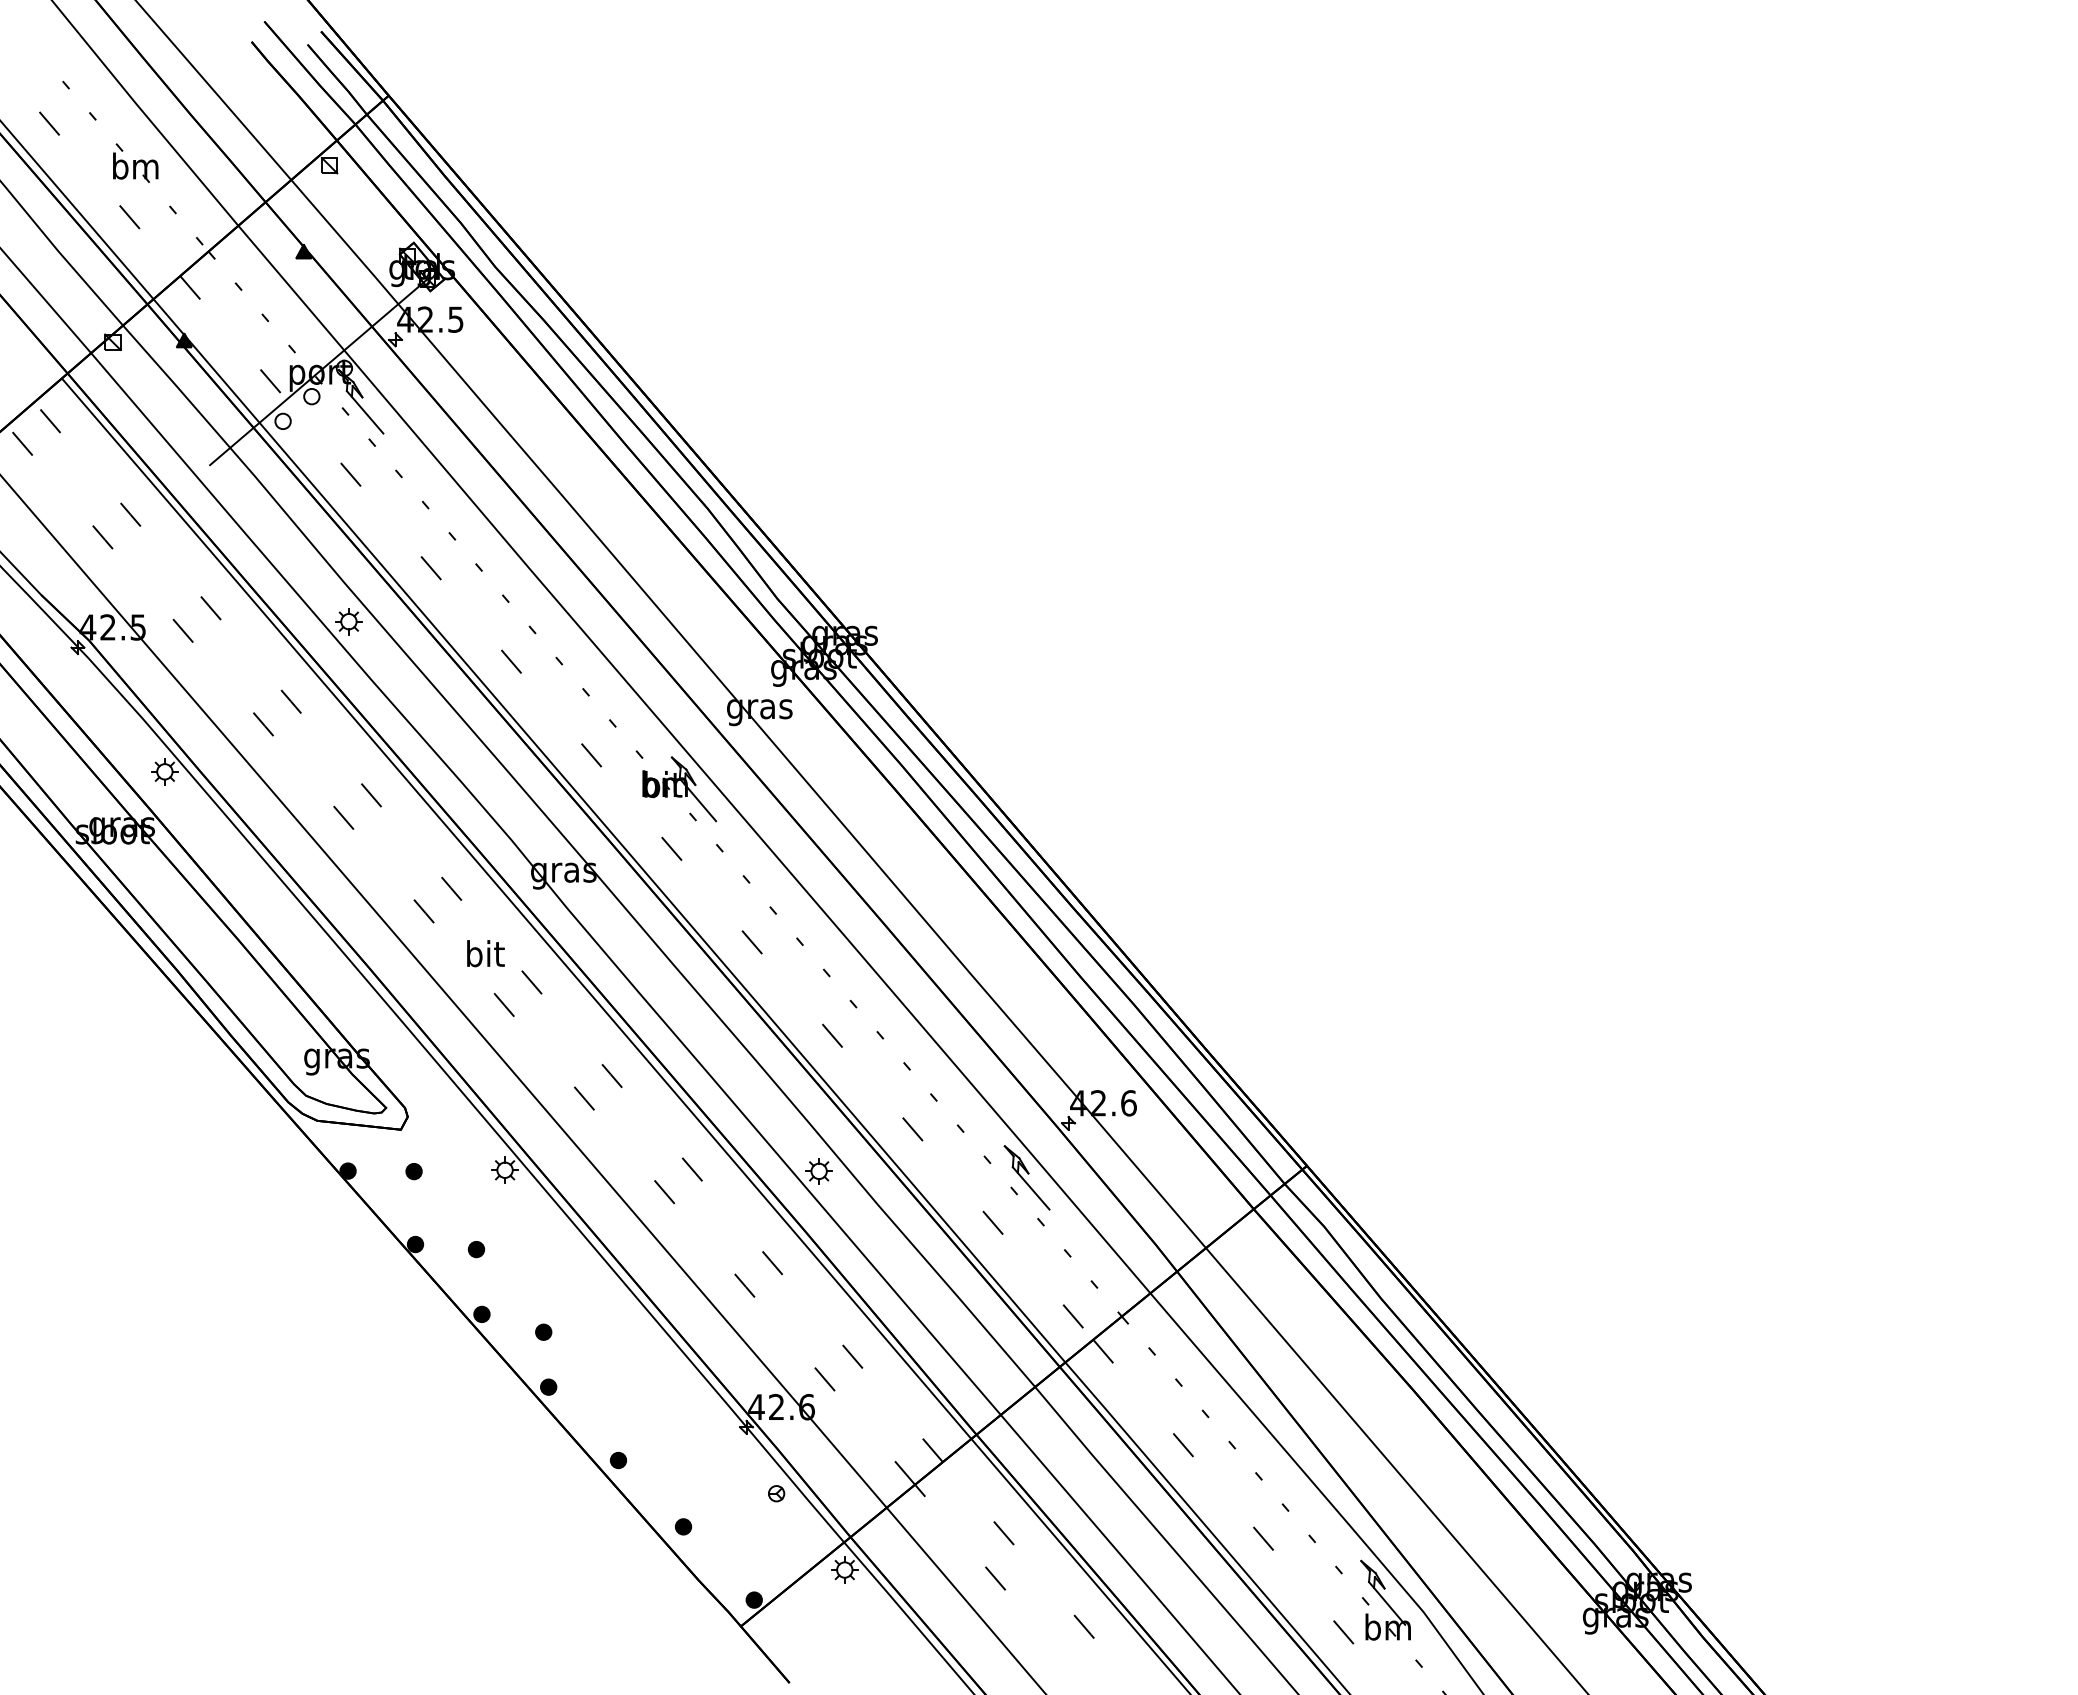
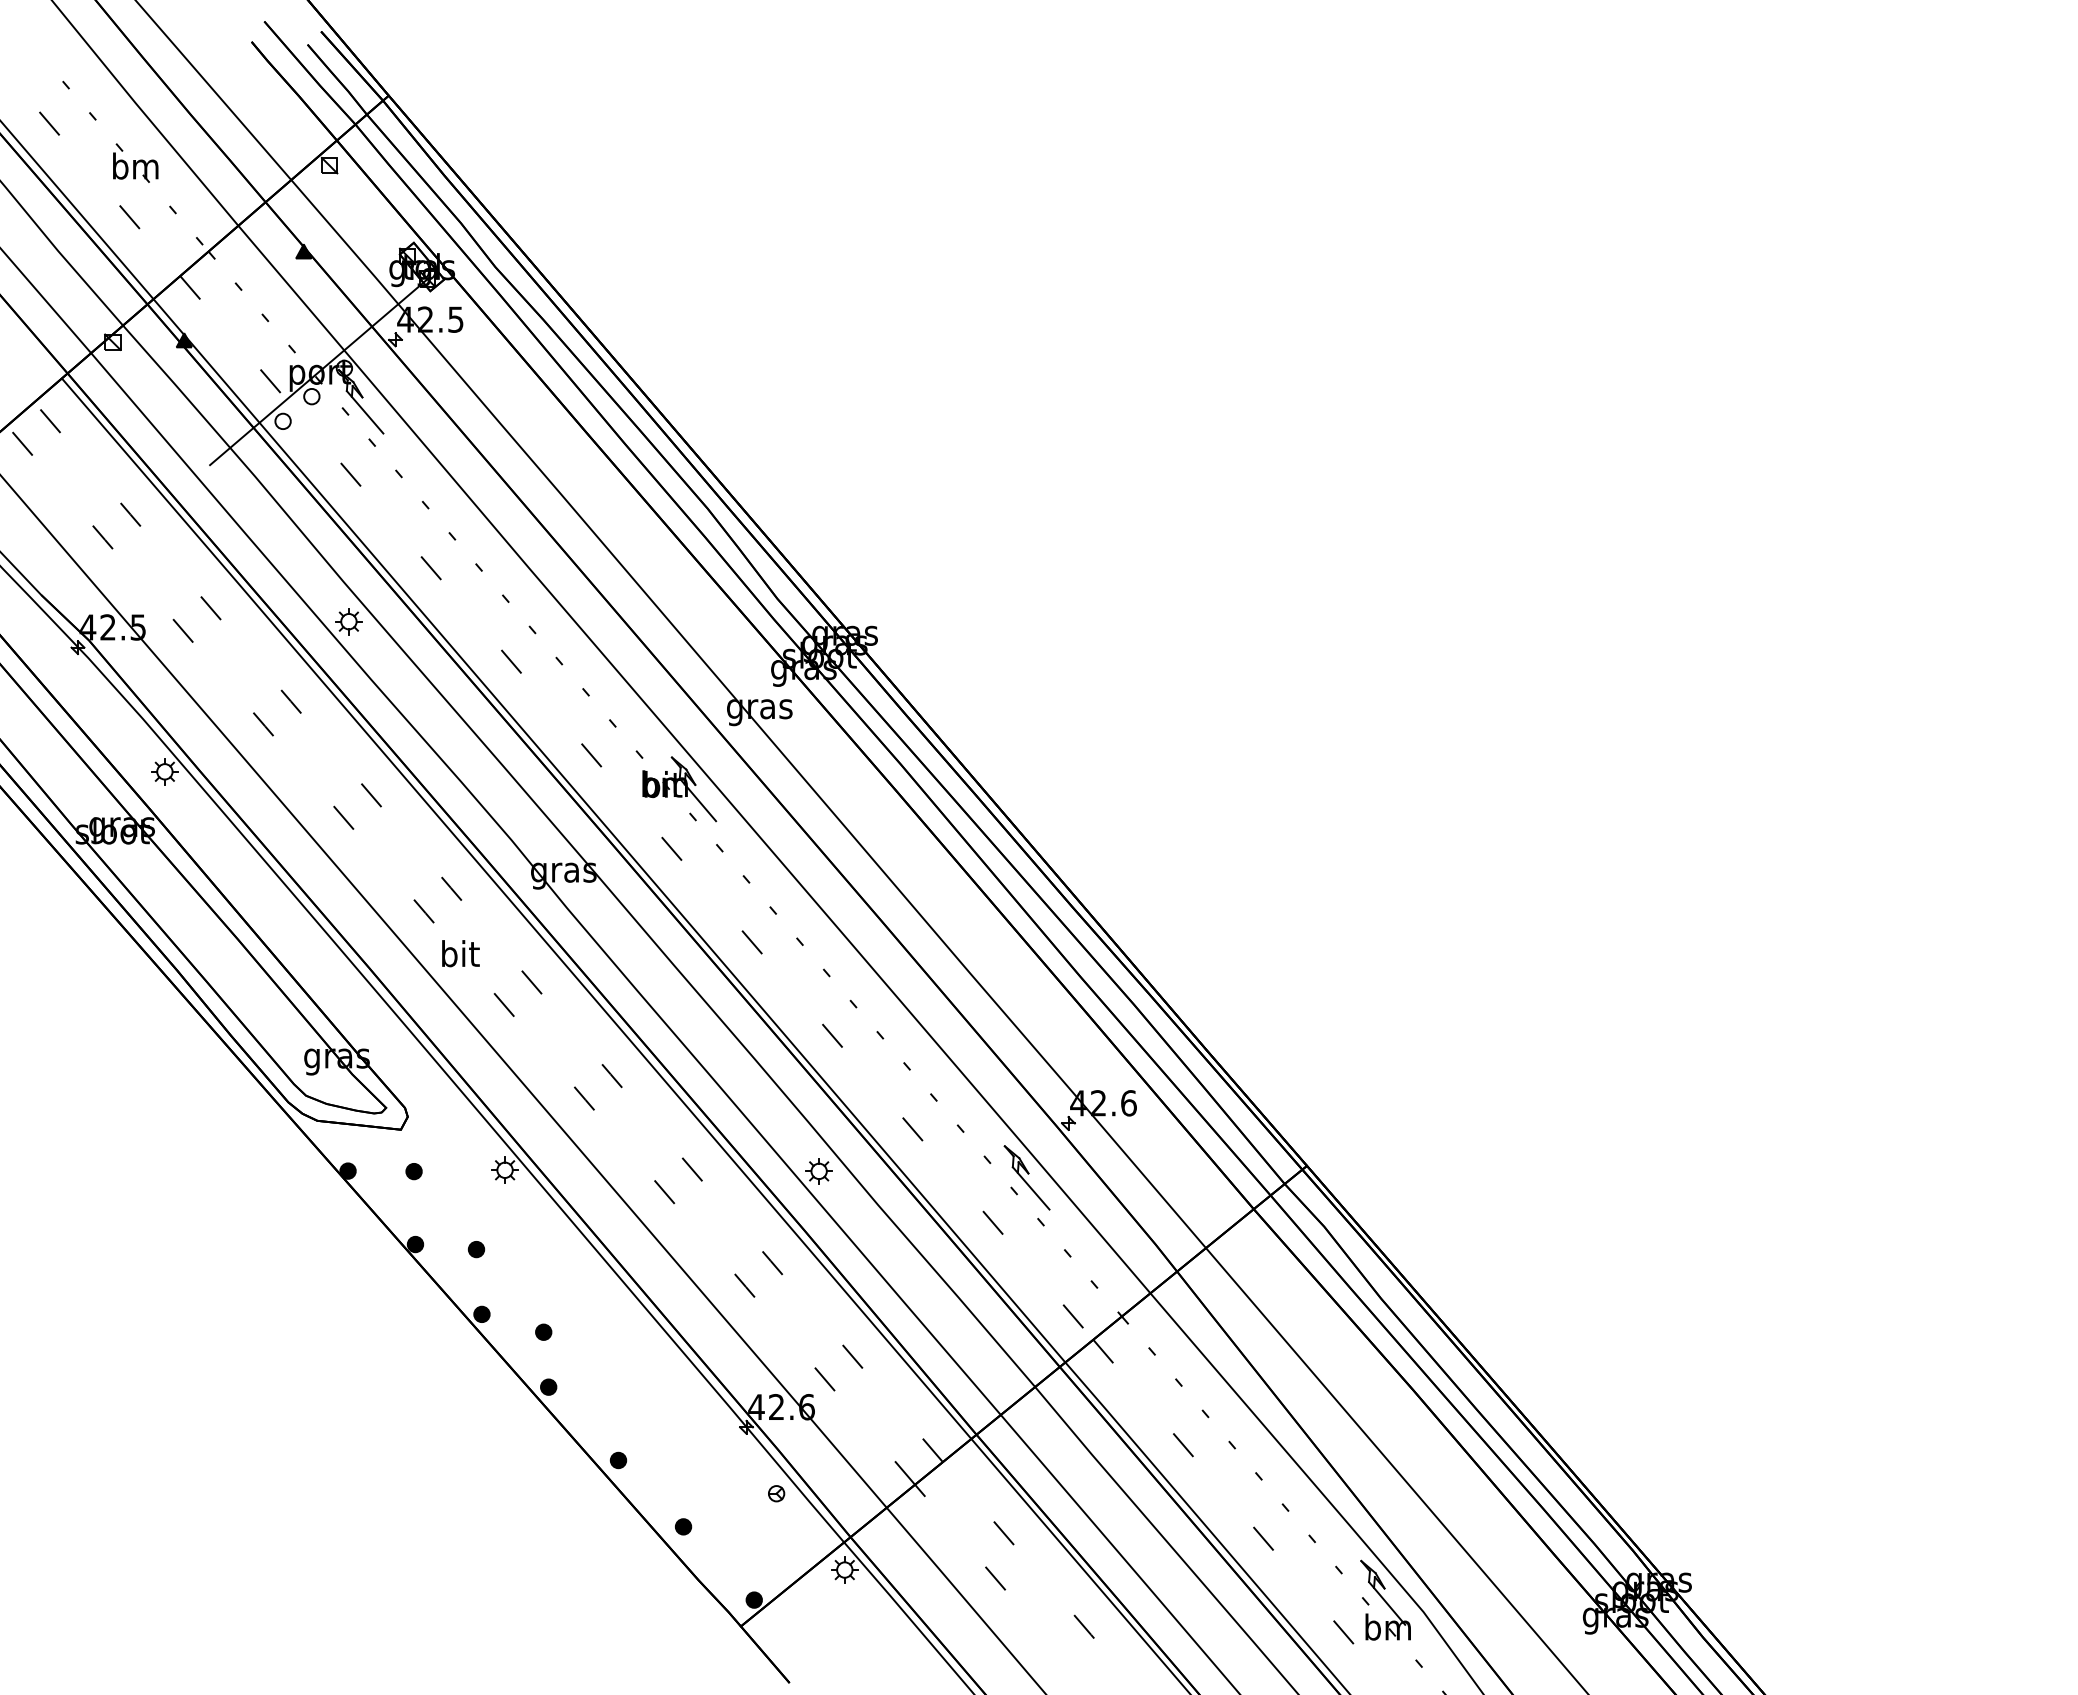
text at (485, 953) position: (485, 953) -> (460, 953)
